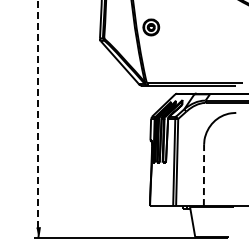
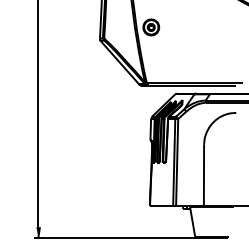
line at (38, 114): dashed -> solid
line at (203, 175): dashed -> solid
